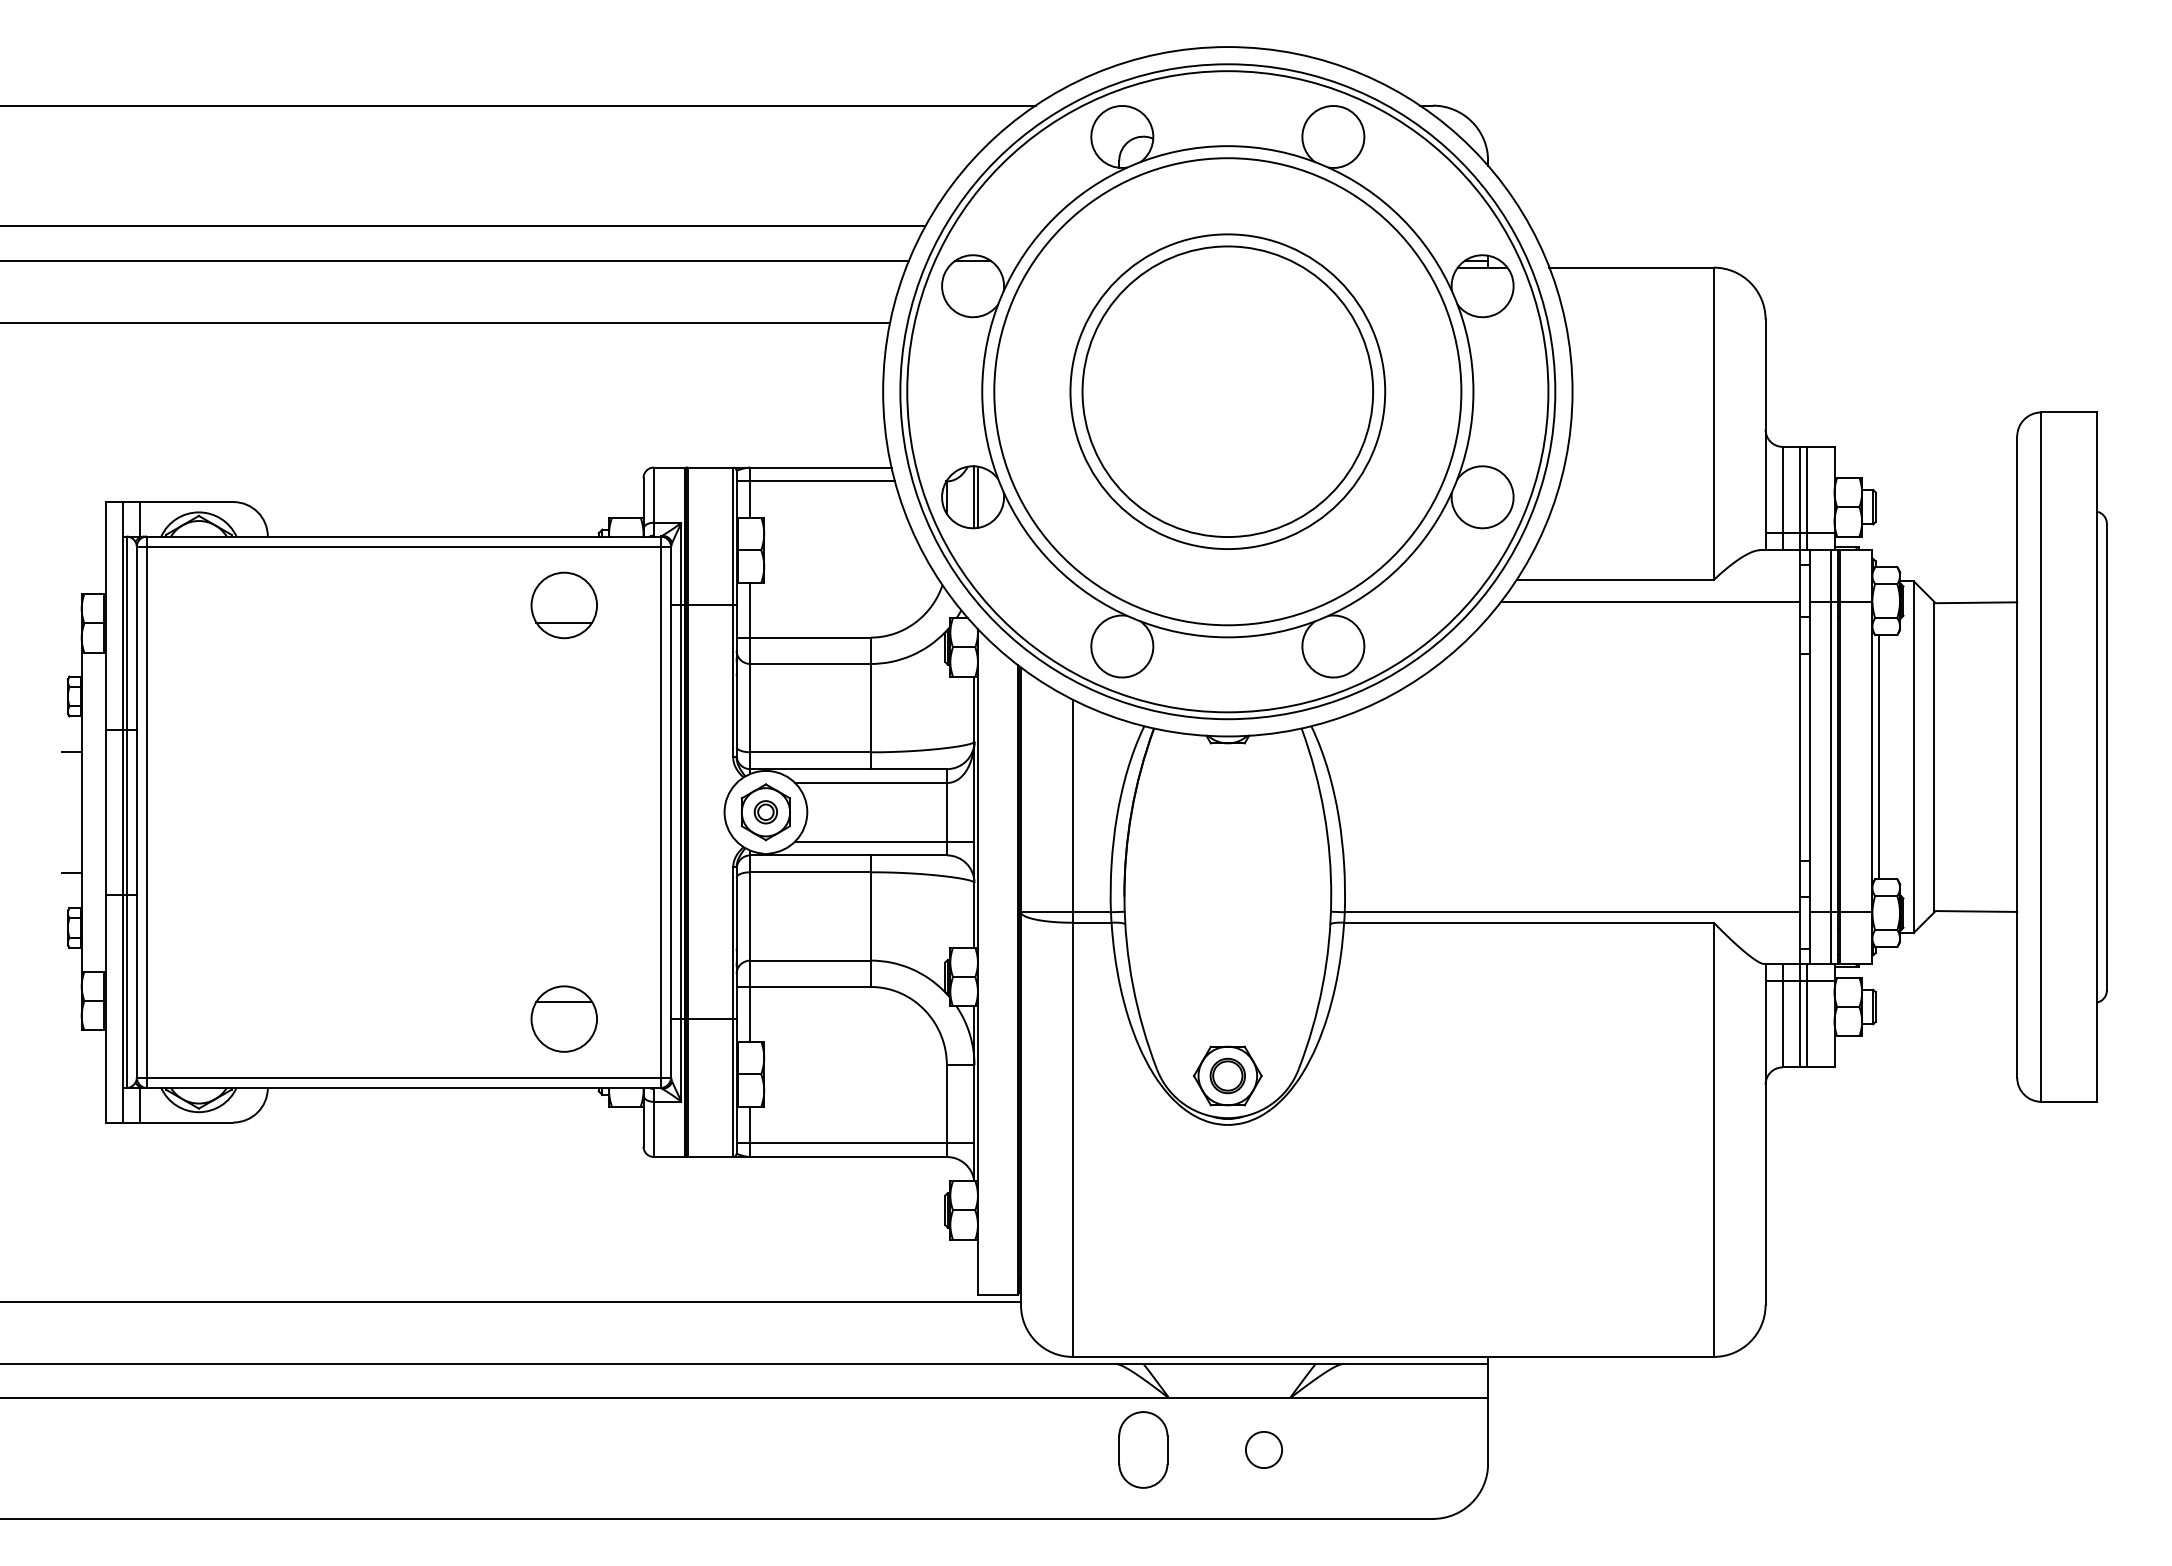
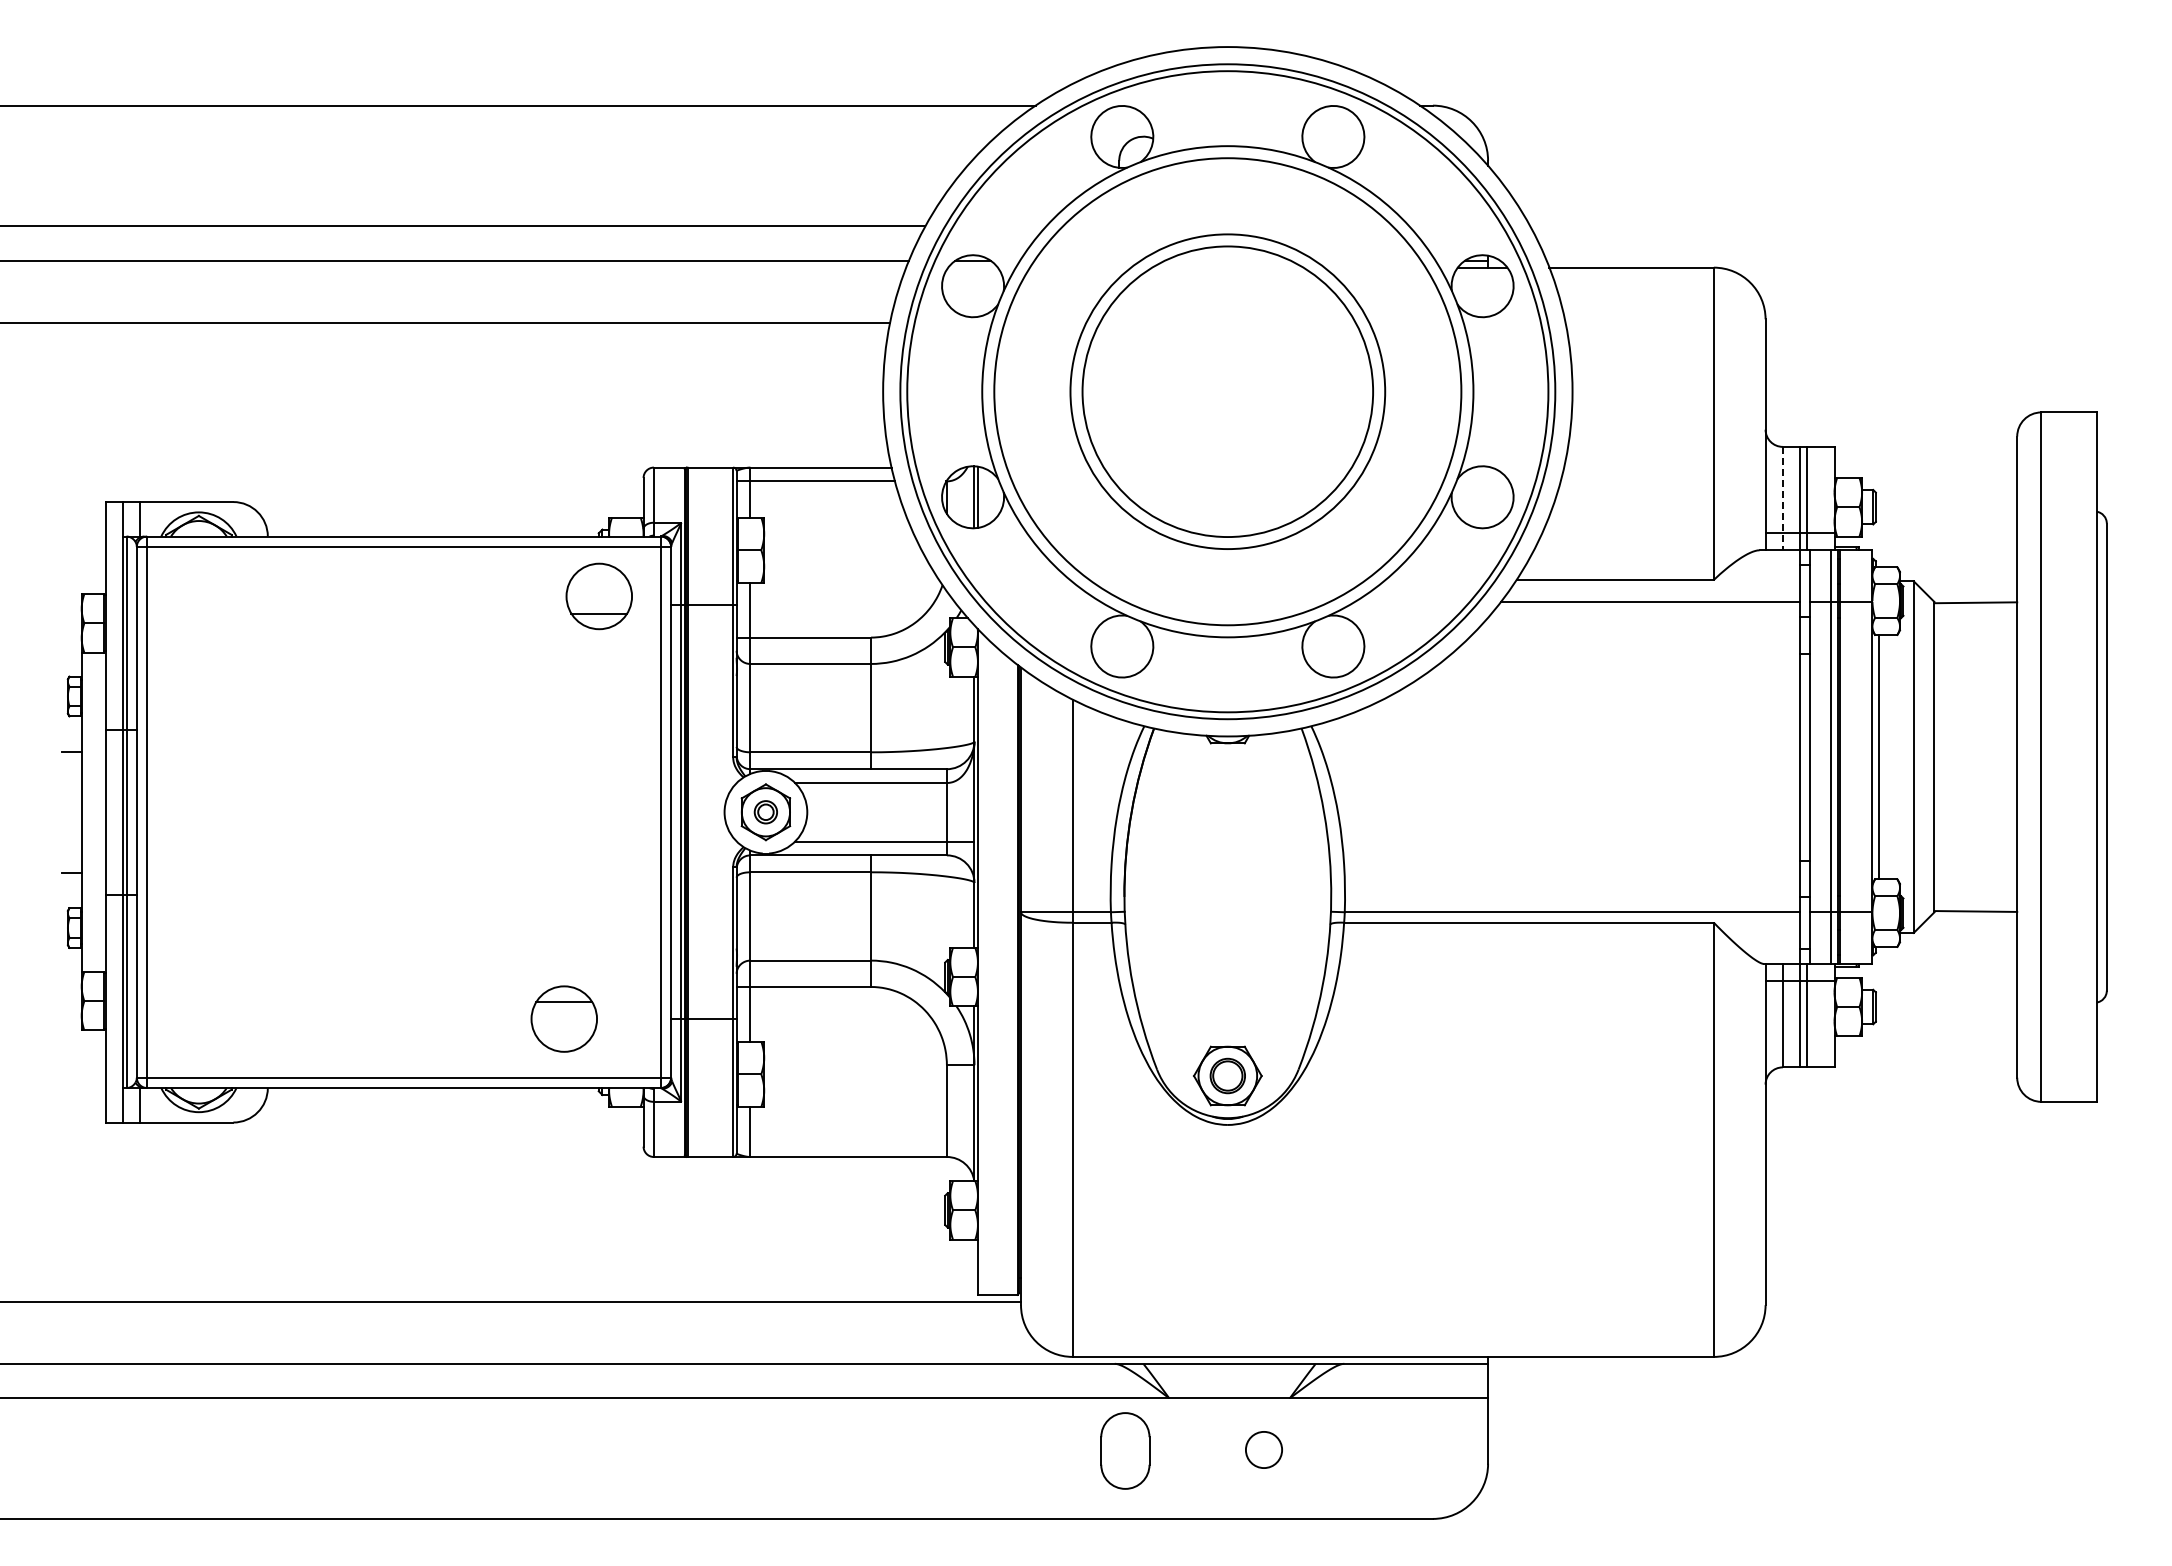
line at (1782, 498): solid -> dashed
part at (563, 605) position: (563, 605) -> (598, 596)
line at (855, 1143): present -> none
part at (1143, 1449) position: (1143, 1449) -> (1125, 1450)
